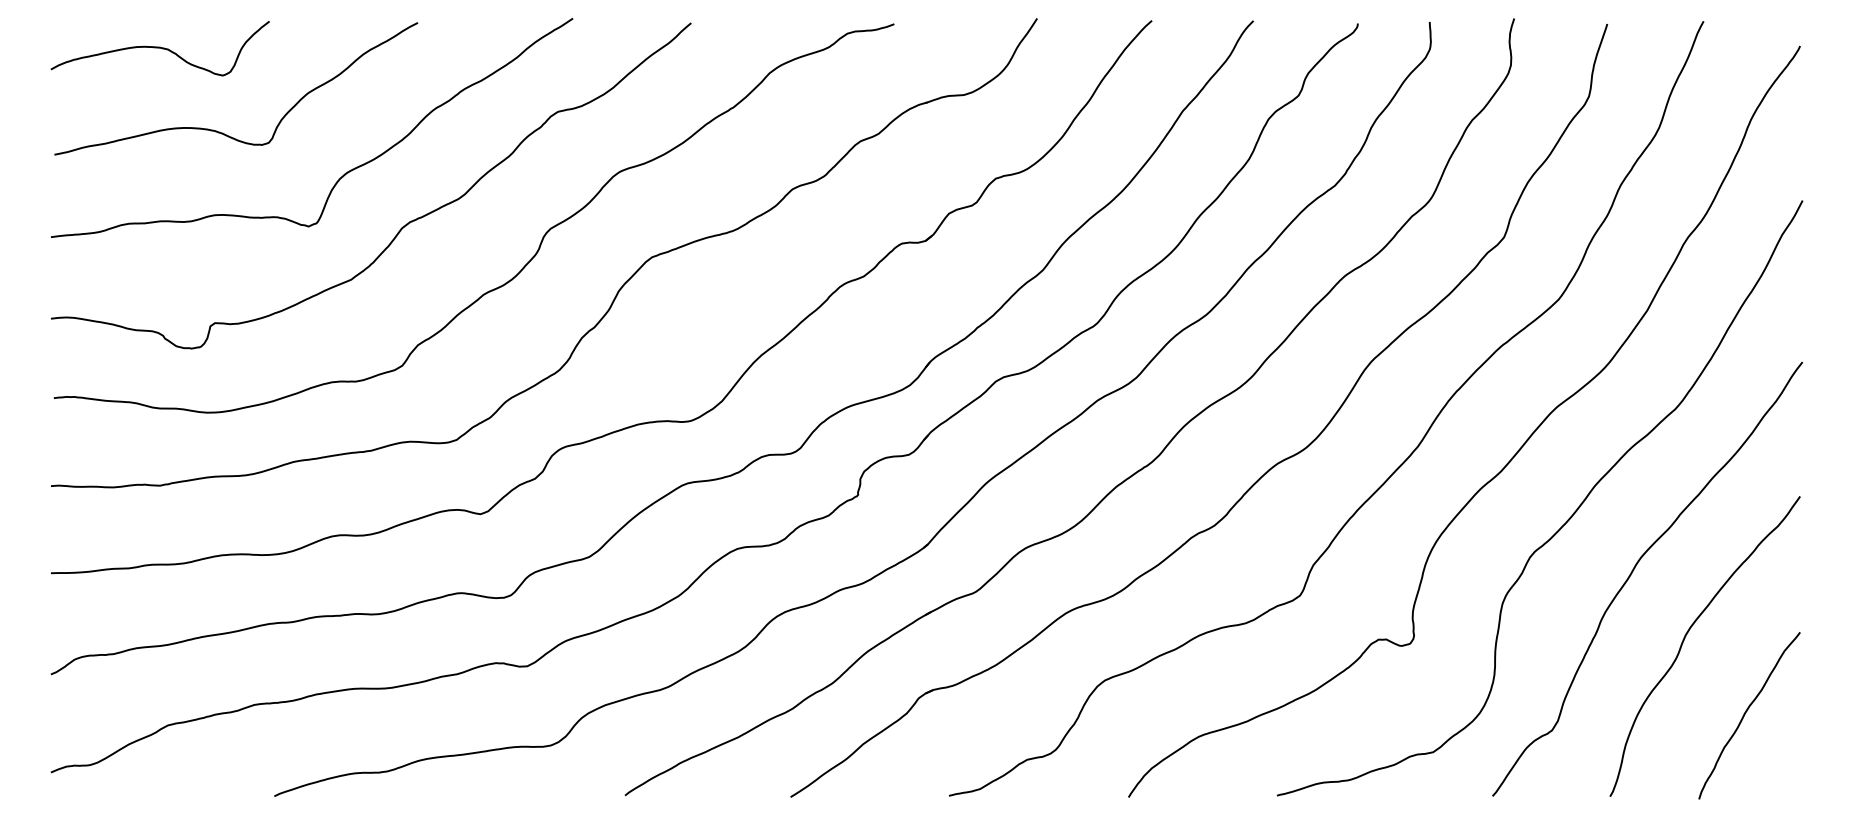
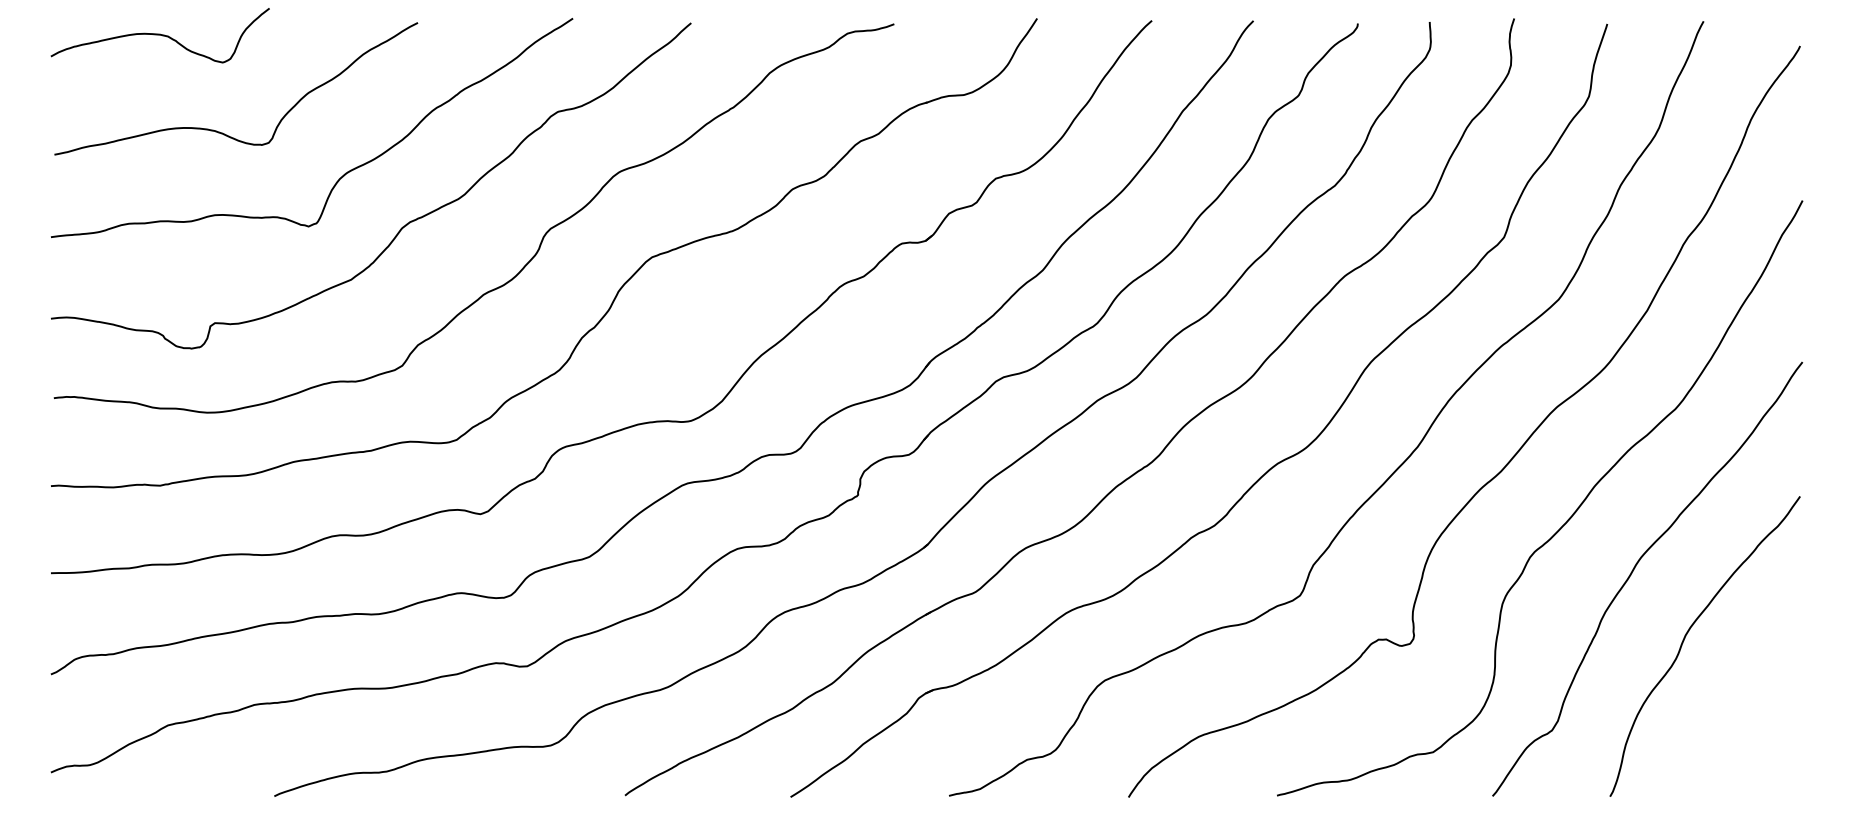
curve at (159, 48) position: (159, 48) -> (159, 35)
curve at (1745, 714): present -> none
